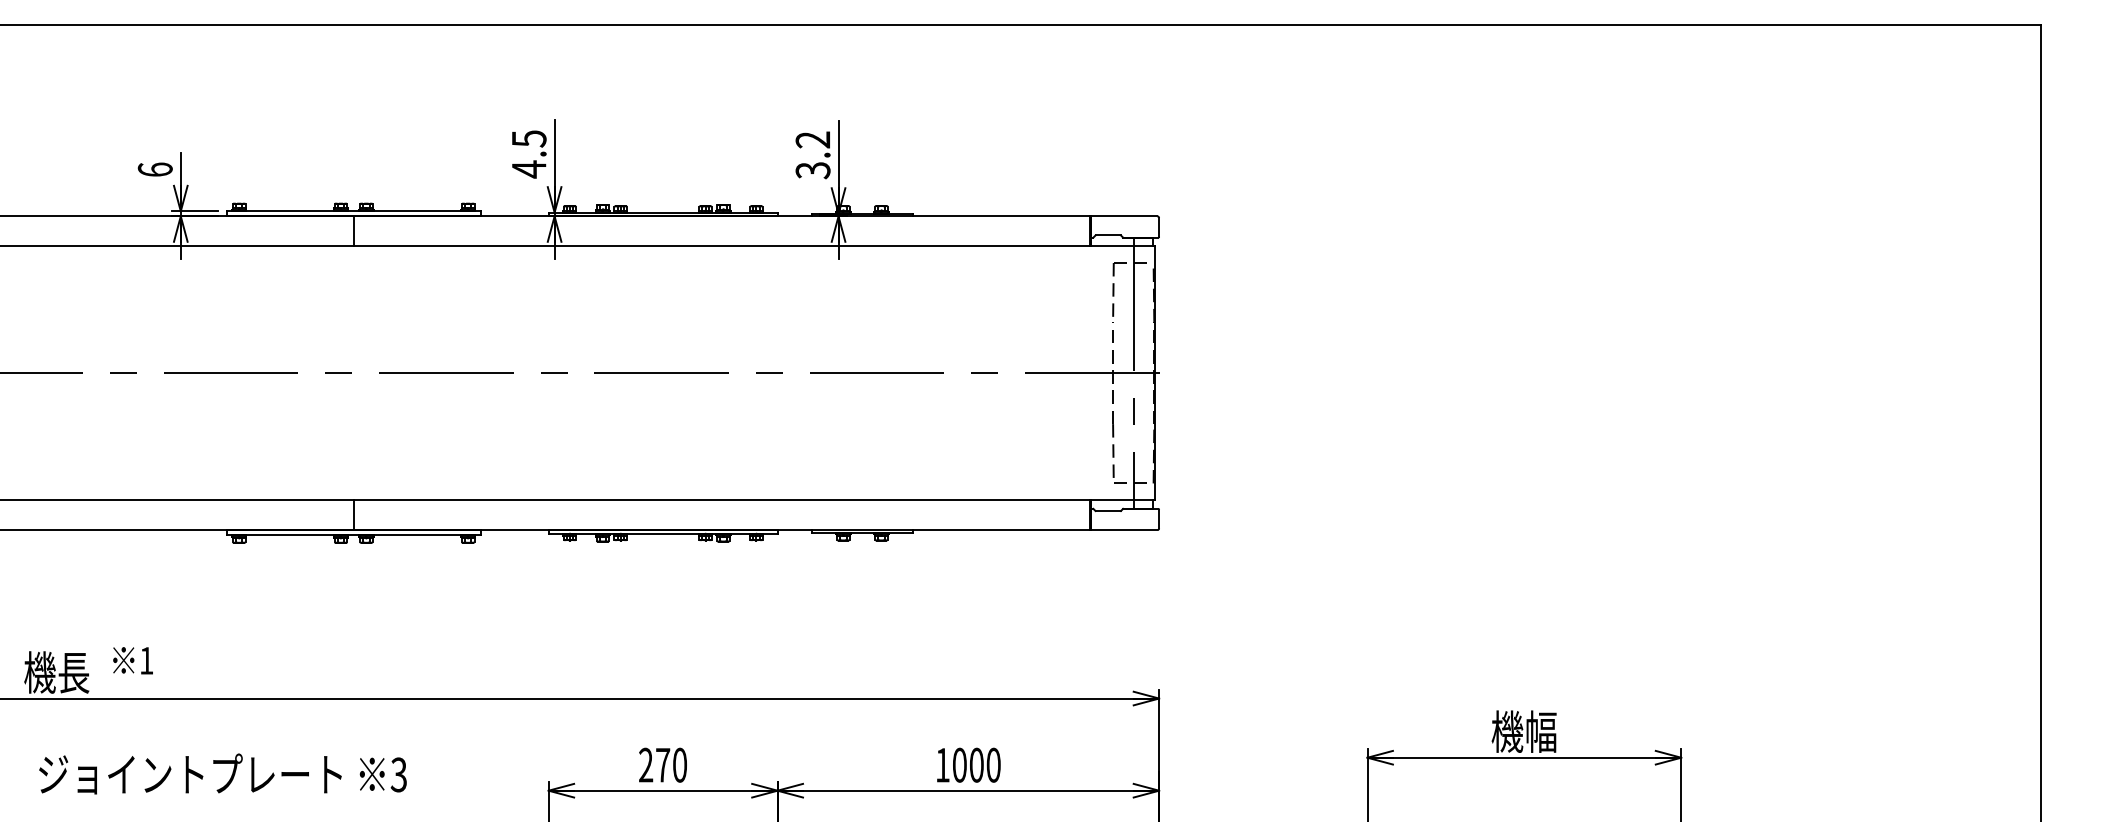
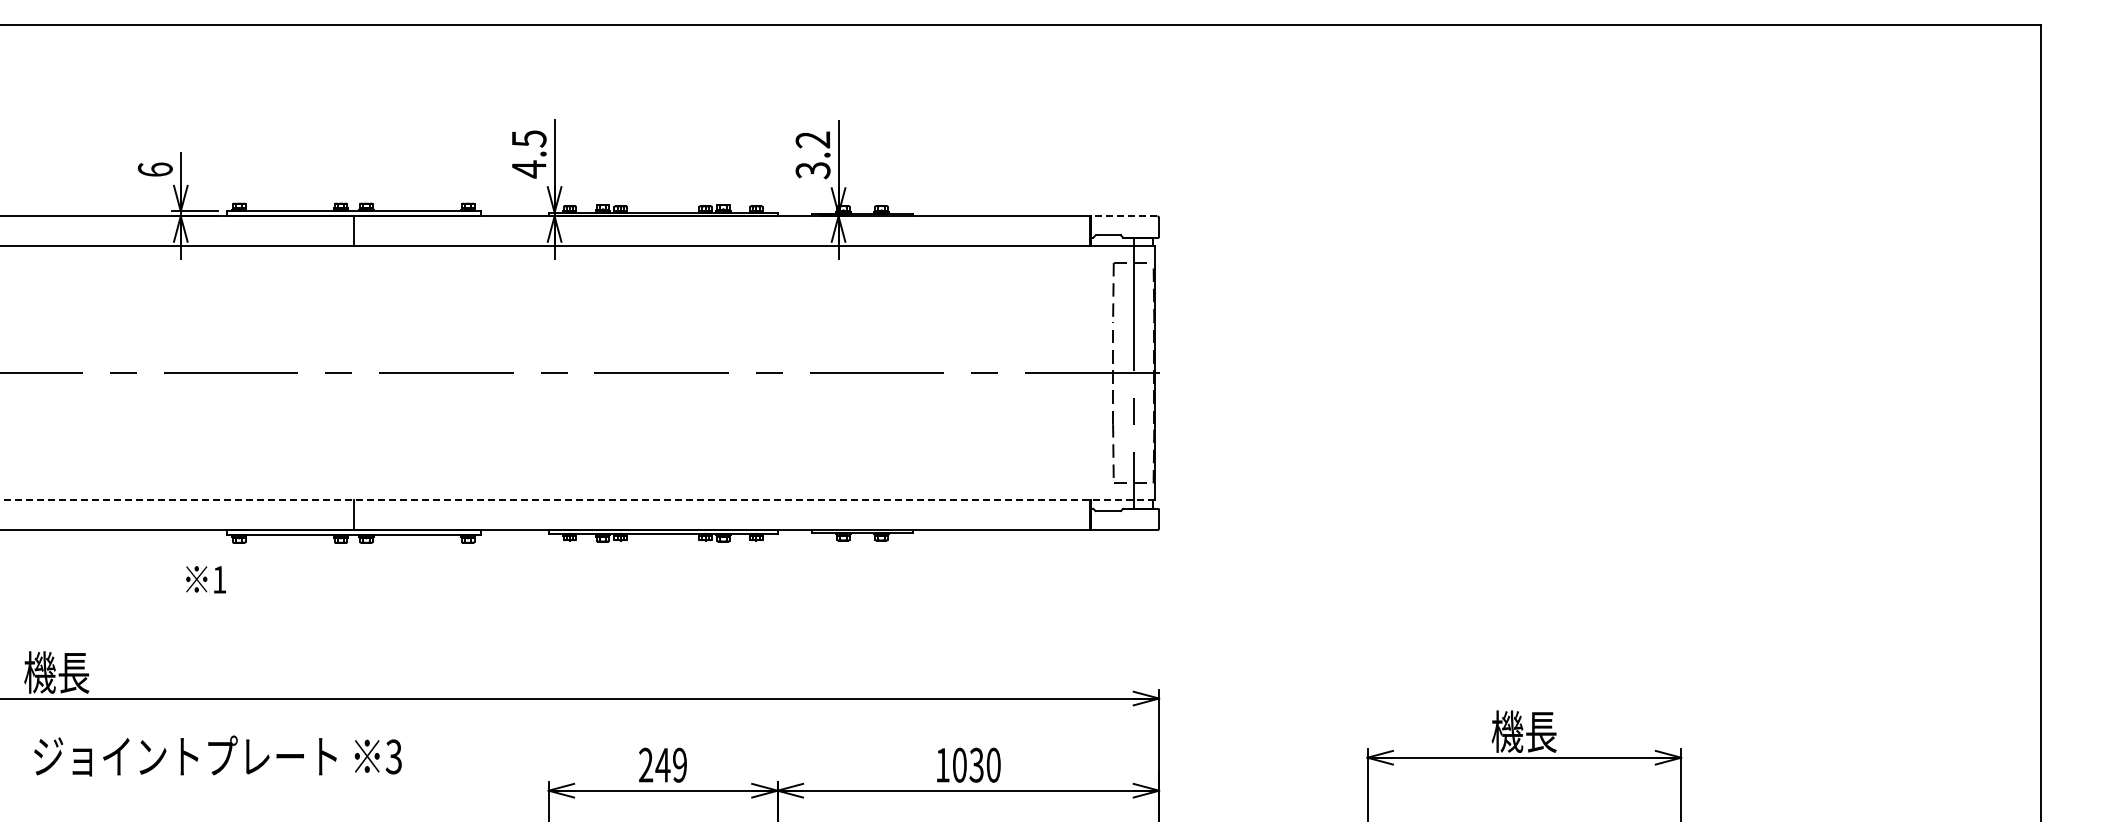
line at (1123, 216): solid -> dashed
line at (577, 500): solid -> dashed
text at (132, 660) position: (132, 660) -> (205, 579)
text at (1541, 731): 機幅 -> 機長
text at (670, 764): 270 -> 249
text at (976, 764): 1000 -> 1030
text at (222, 773) position: (222, 773) -> (217, 755)
